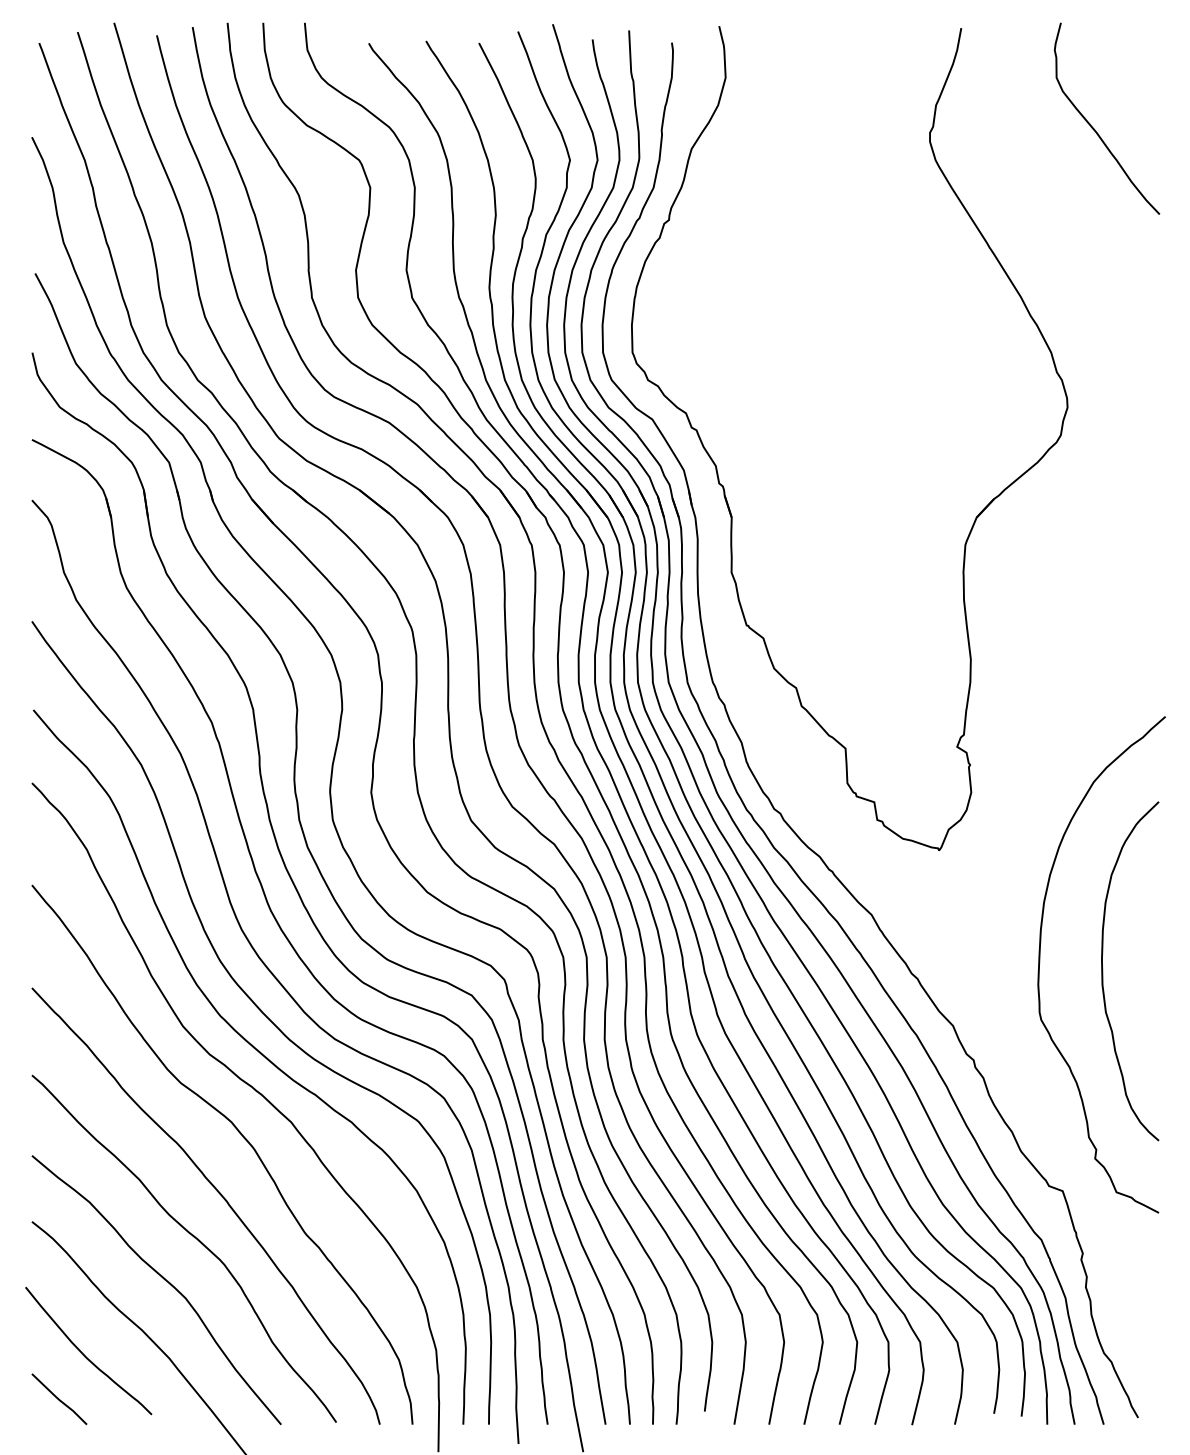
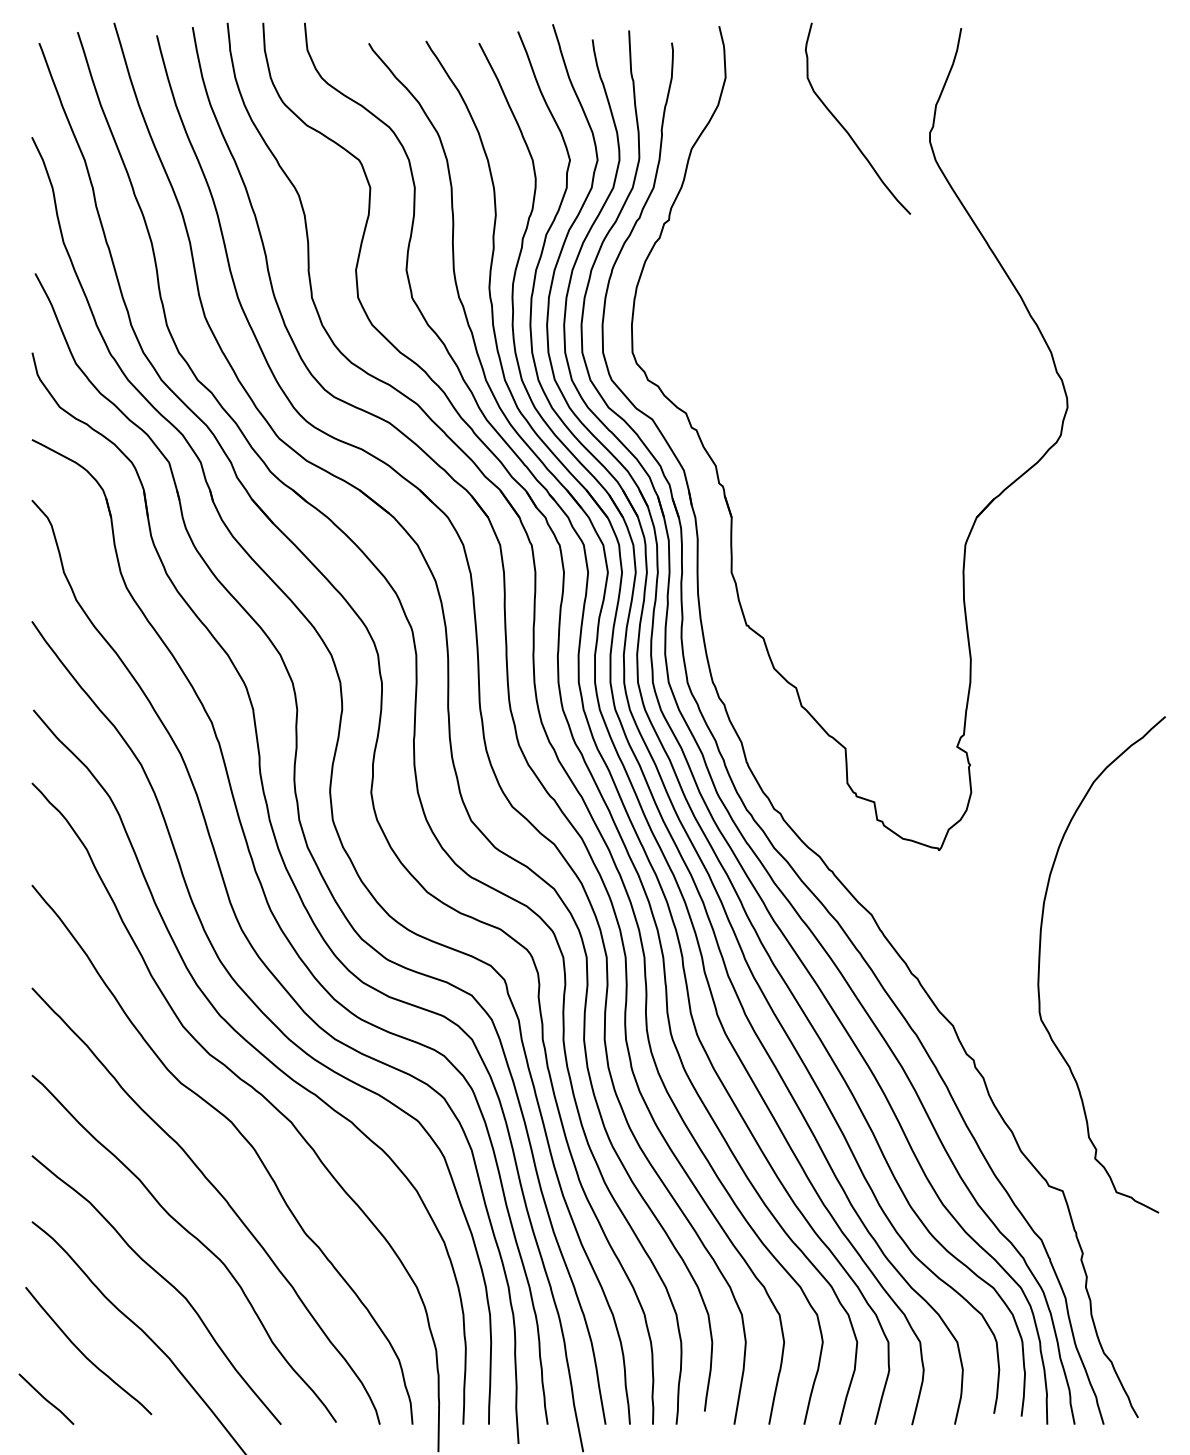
curve at (1095, 129) position: (1095, 129) -> (846, 129)
curve at (1103, 971): present -> none
line at (59, 1399) position: (59, 1399) -> (46, 1399)
